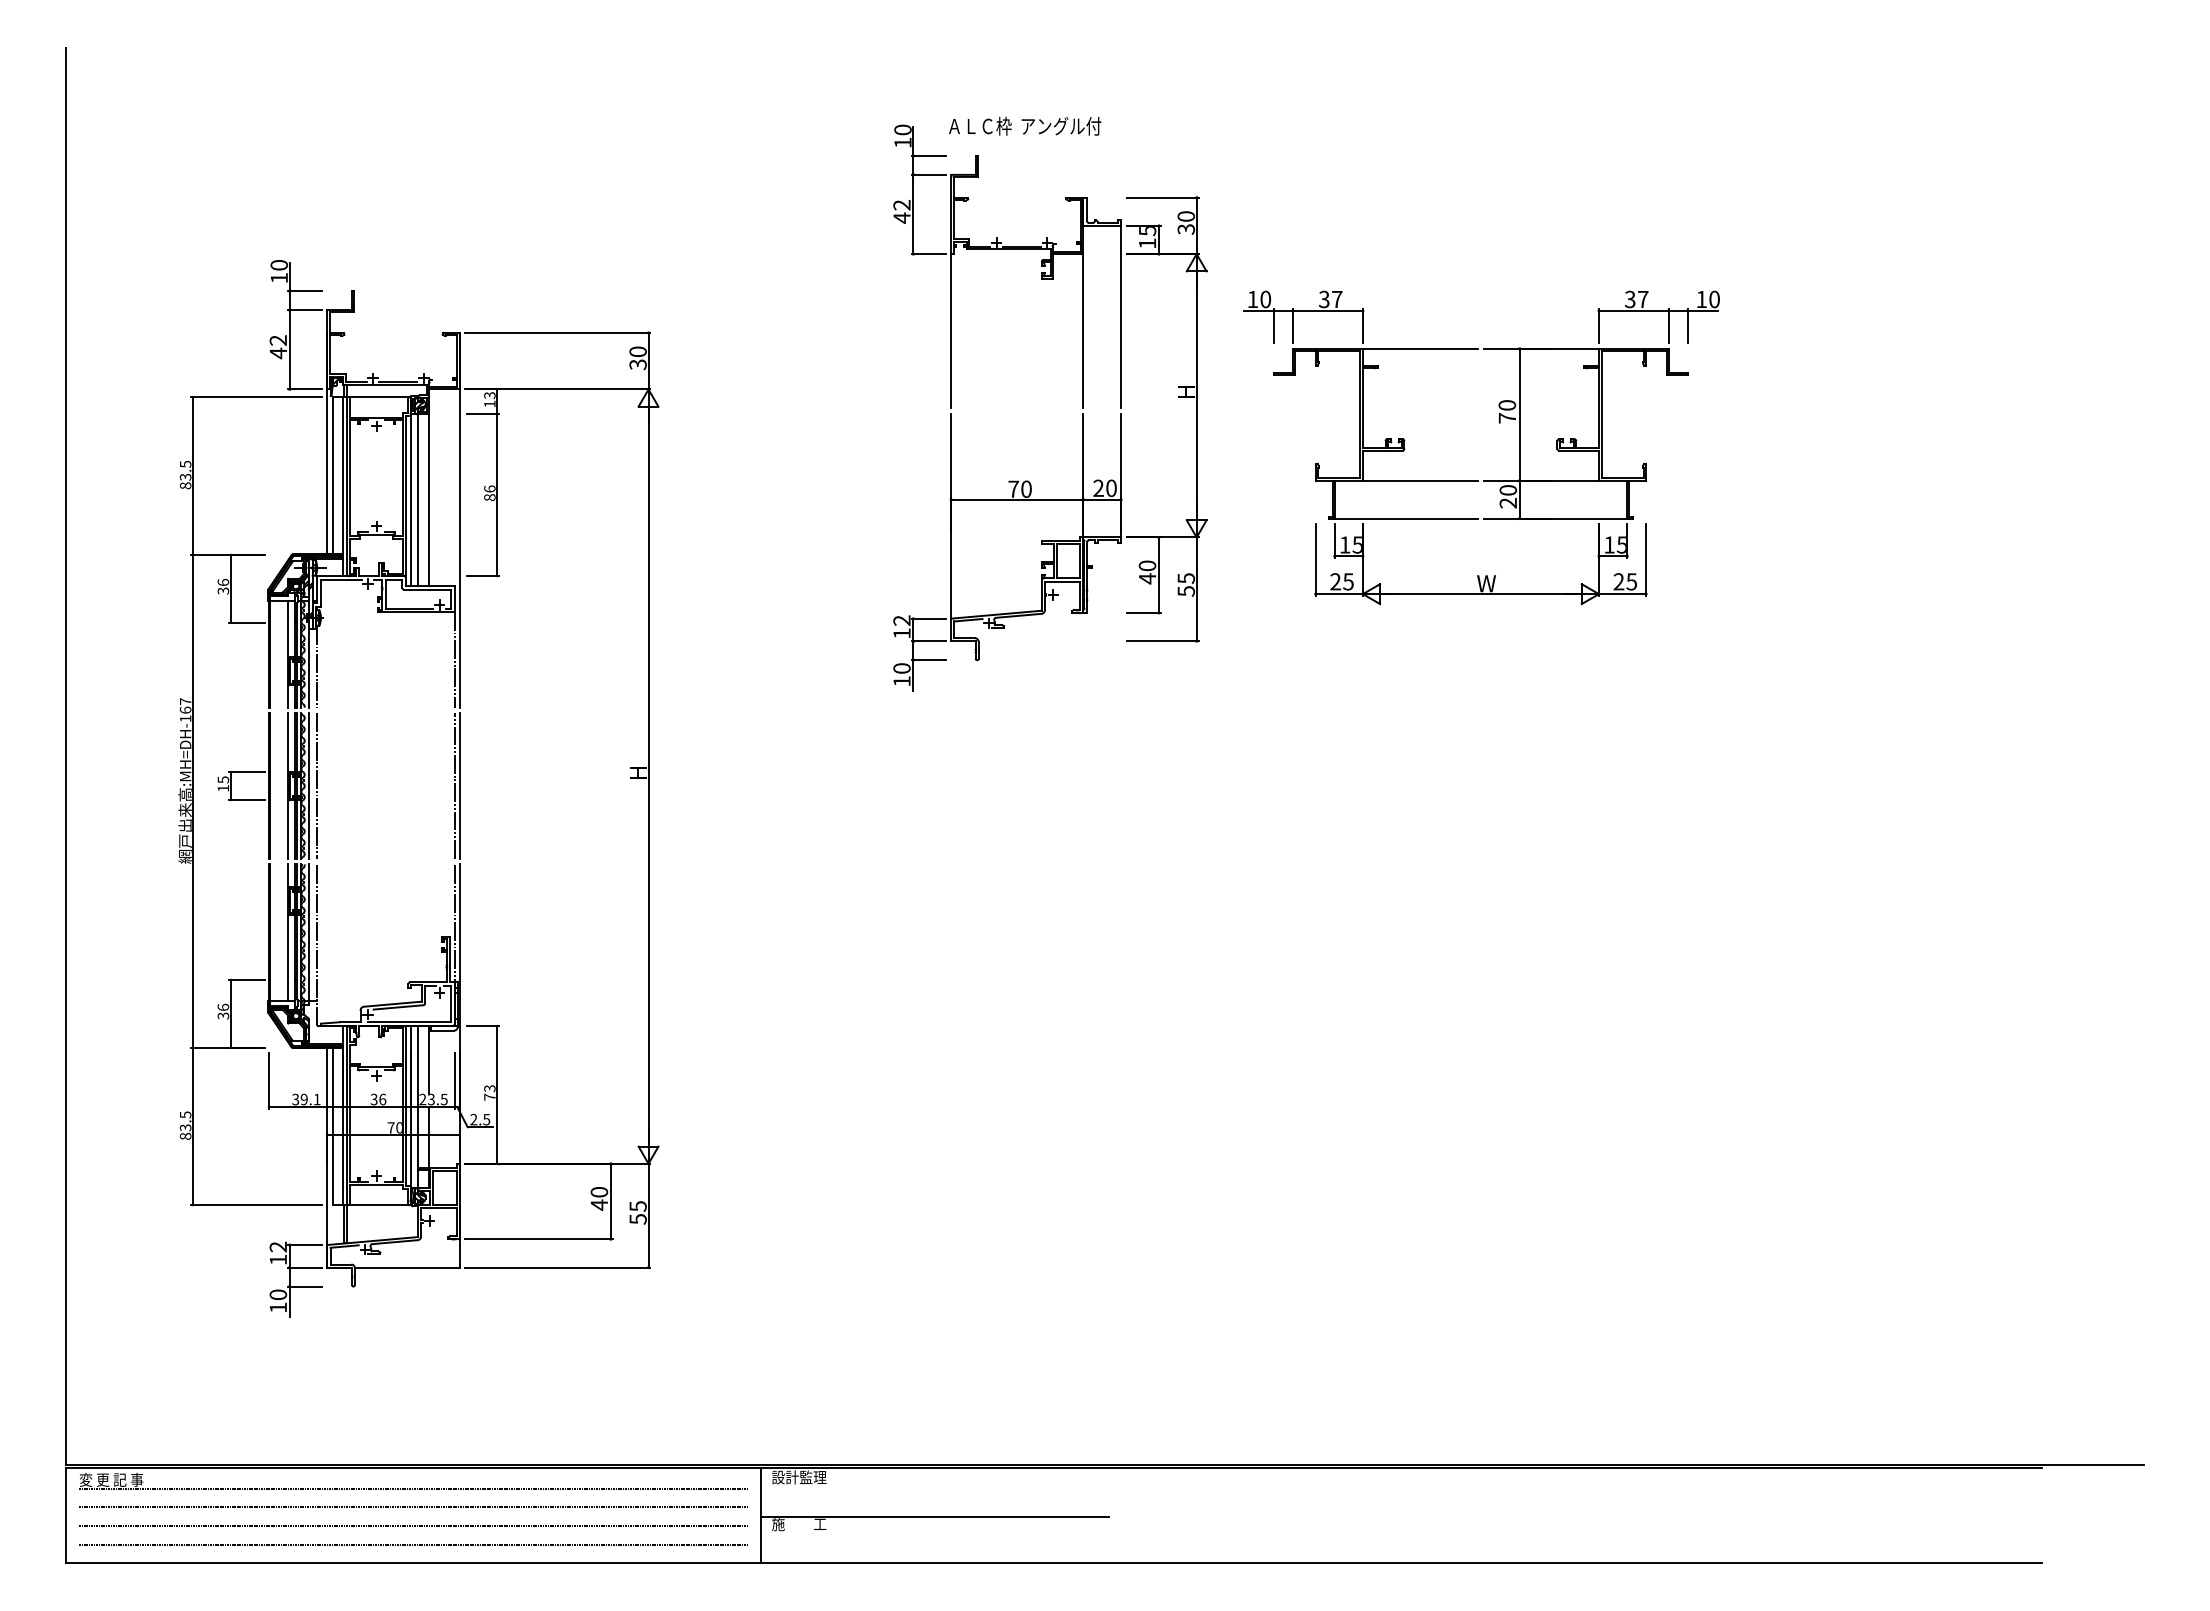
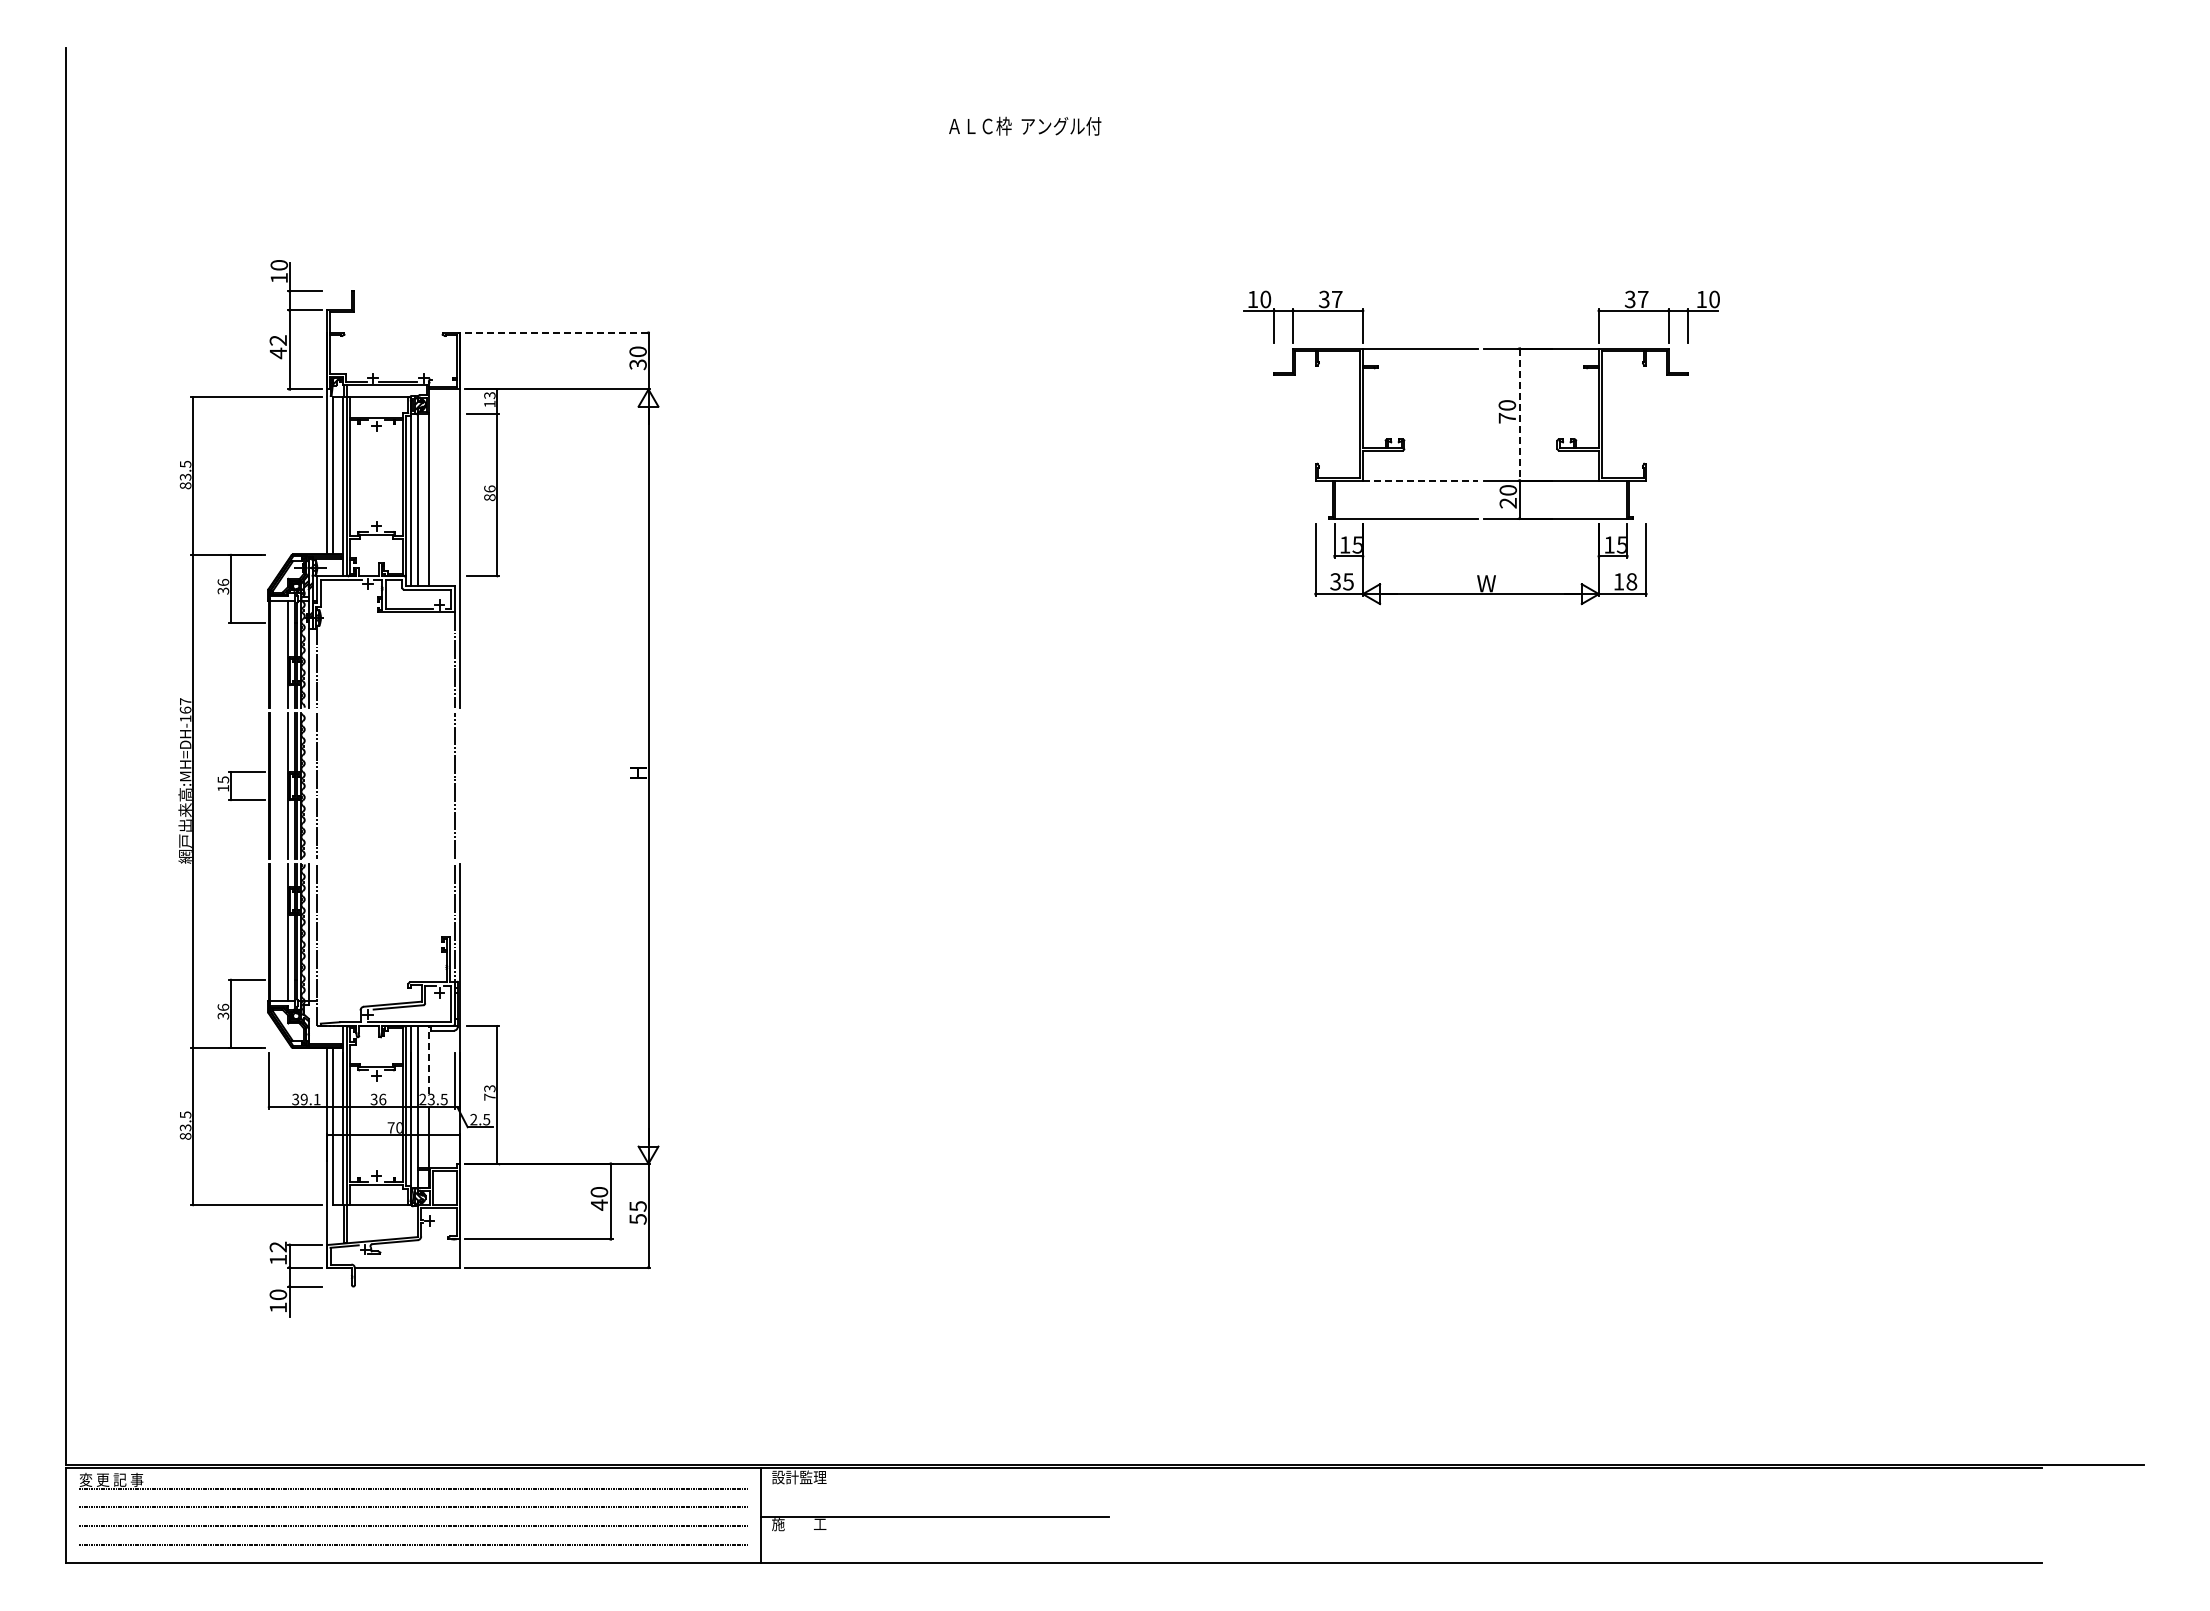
line at (557, 332): solid -> dashed
part at (1082, 407): present -> none
line at (1519, 415): solid -> dashed
line at (1420, 480): solid -> dashed
text at (1335, 581): 25 -> 35
text at (1625, 581): 25 -> 18
line at (308, 785): present -> none
line at (459, 785): present -> none
line at (429, 1059): solid -> dashed
